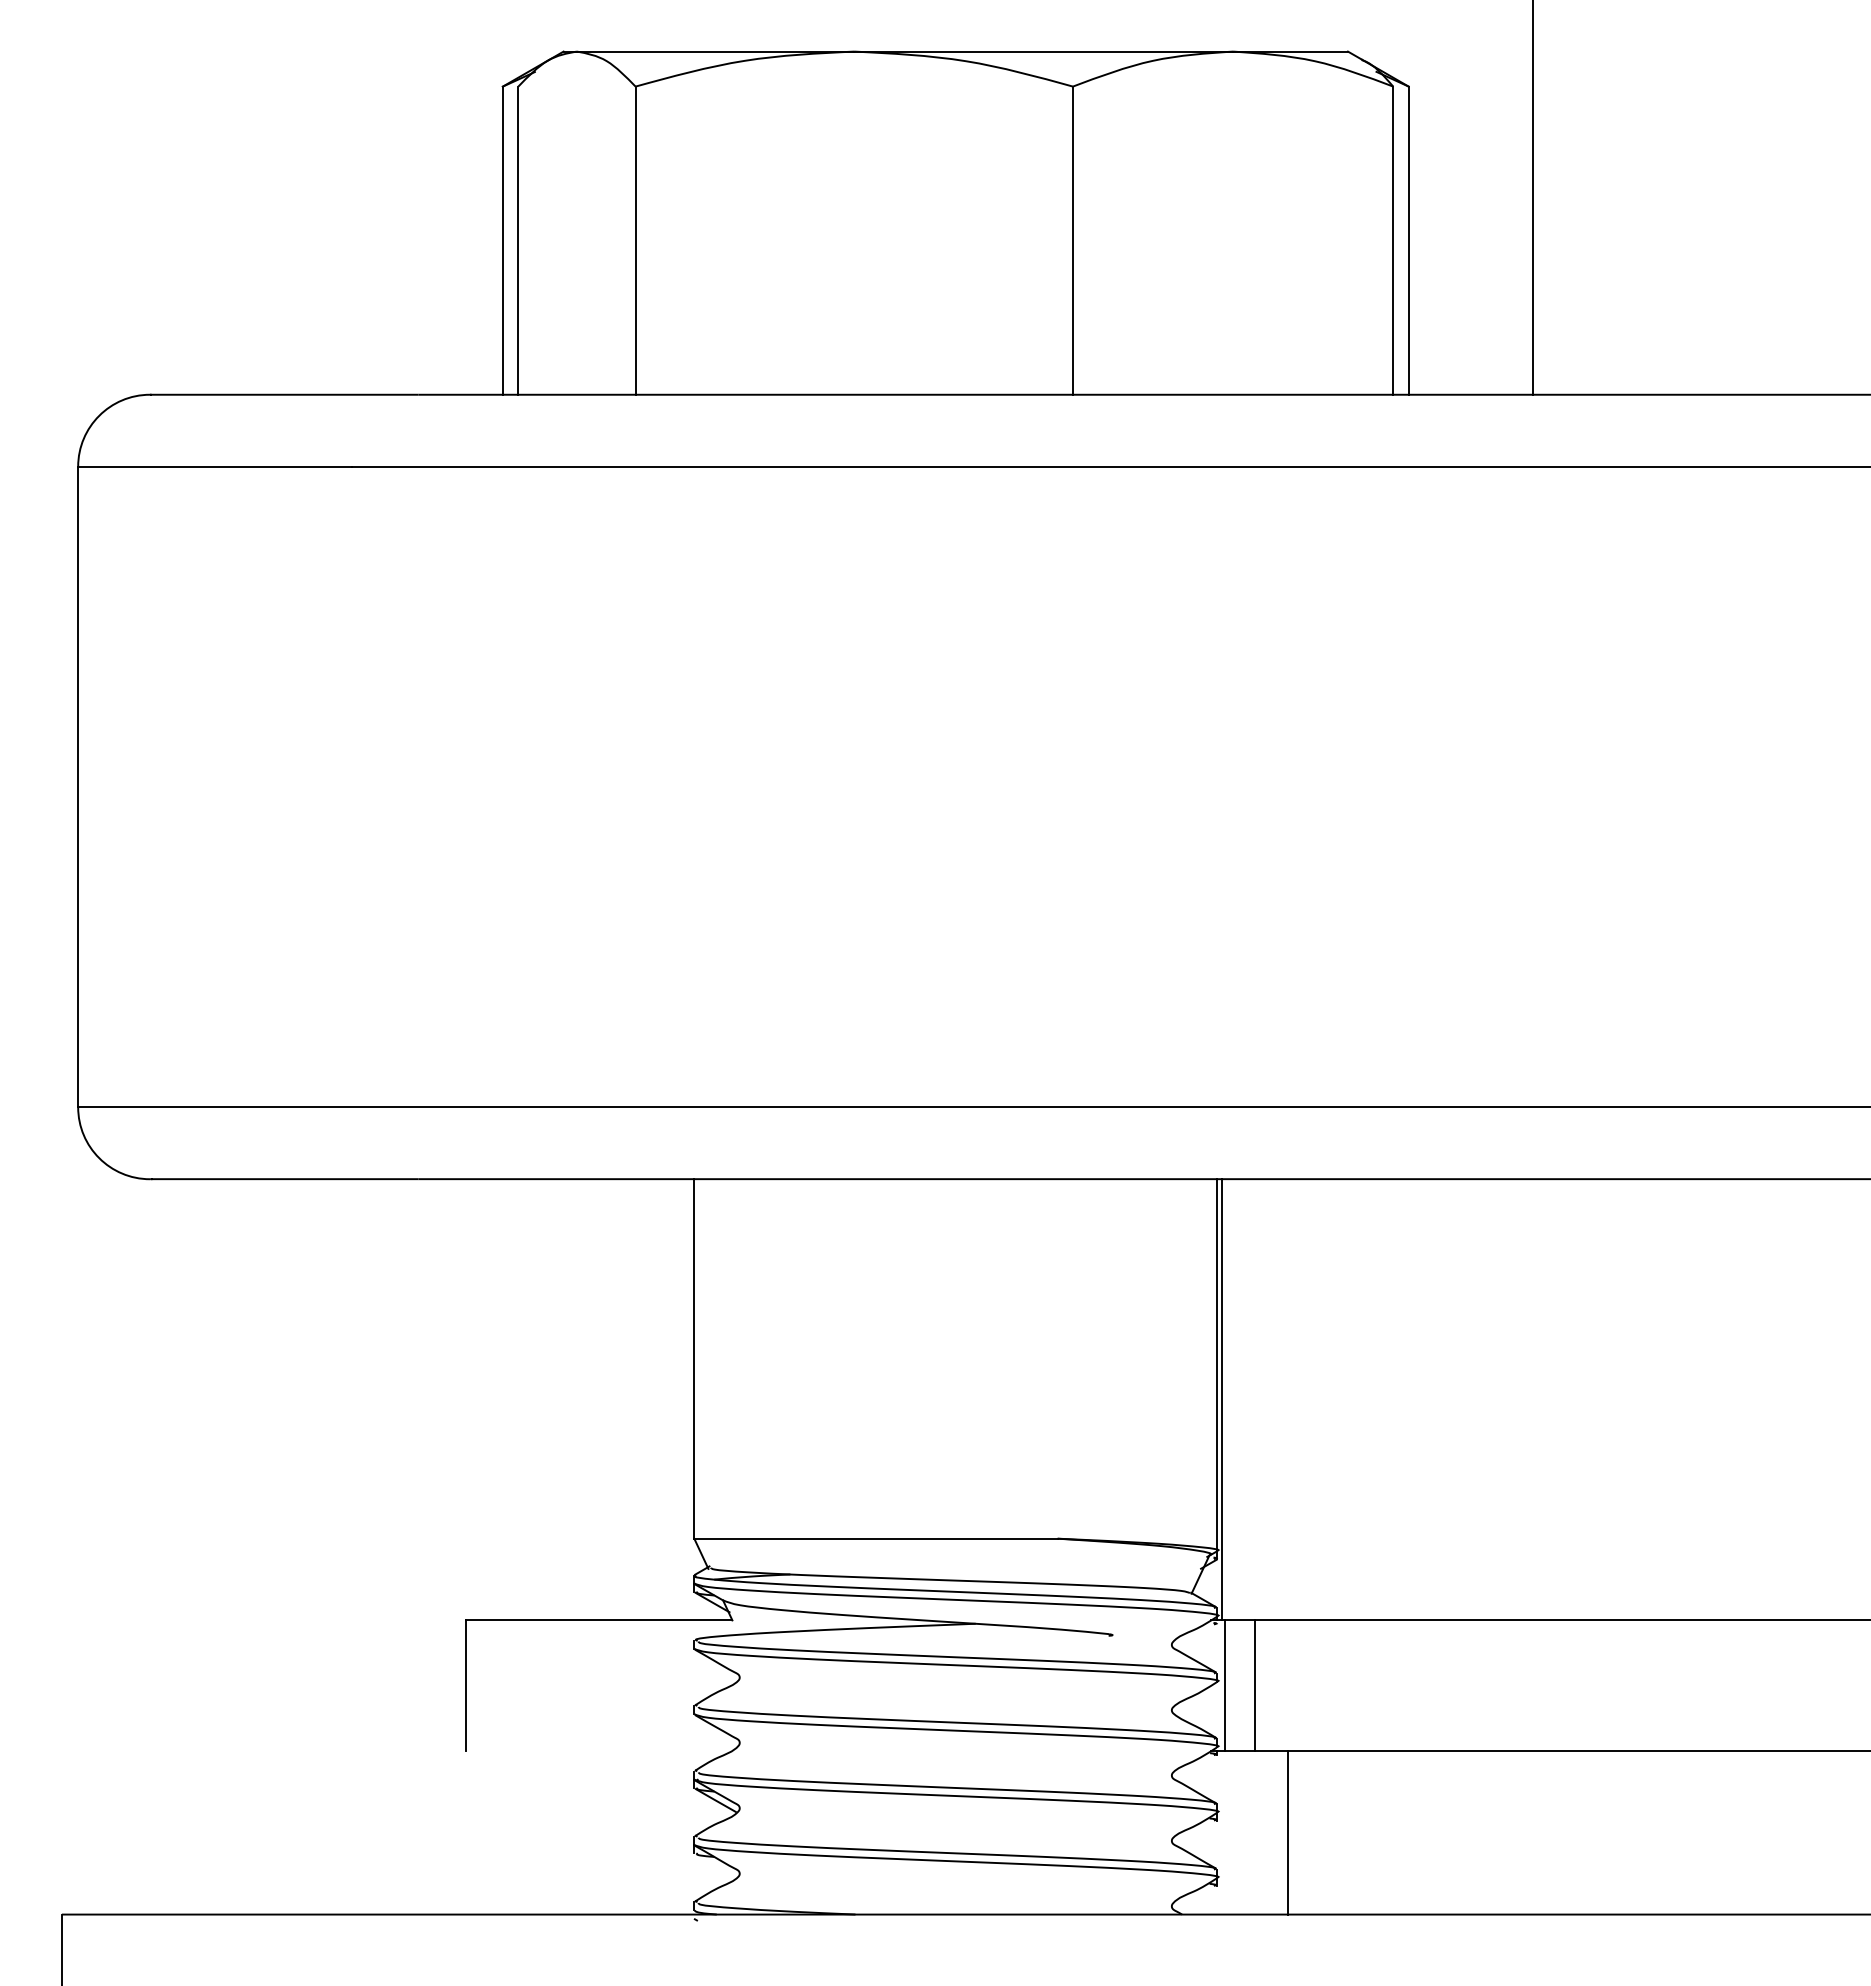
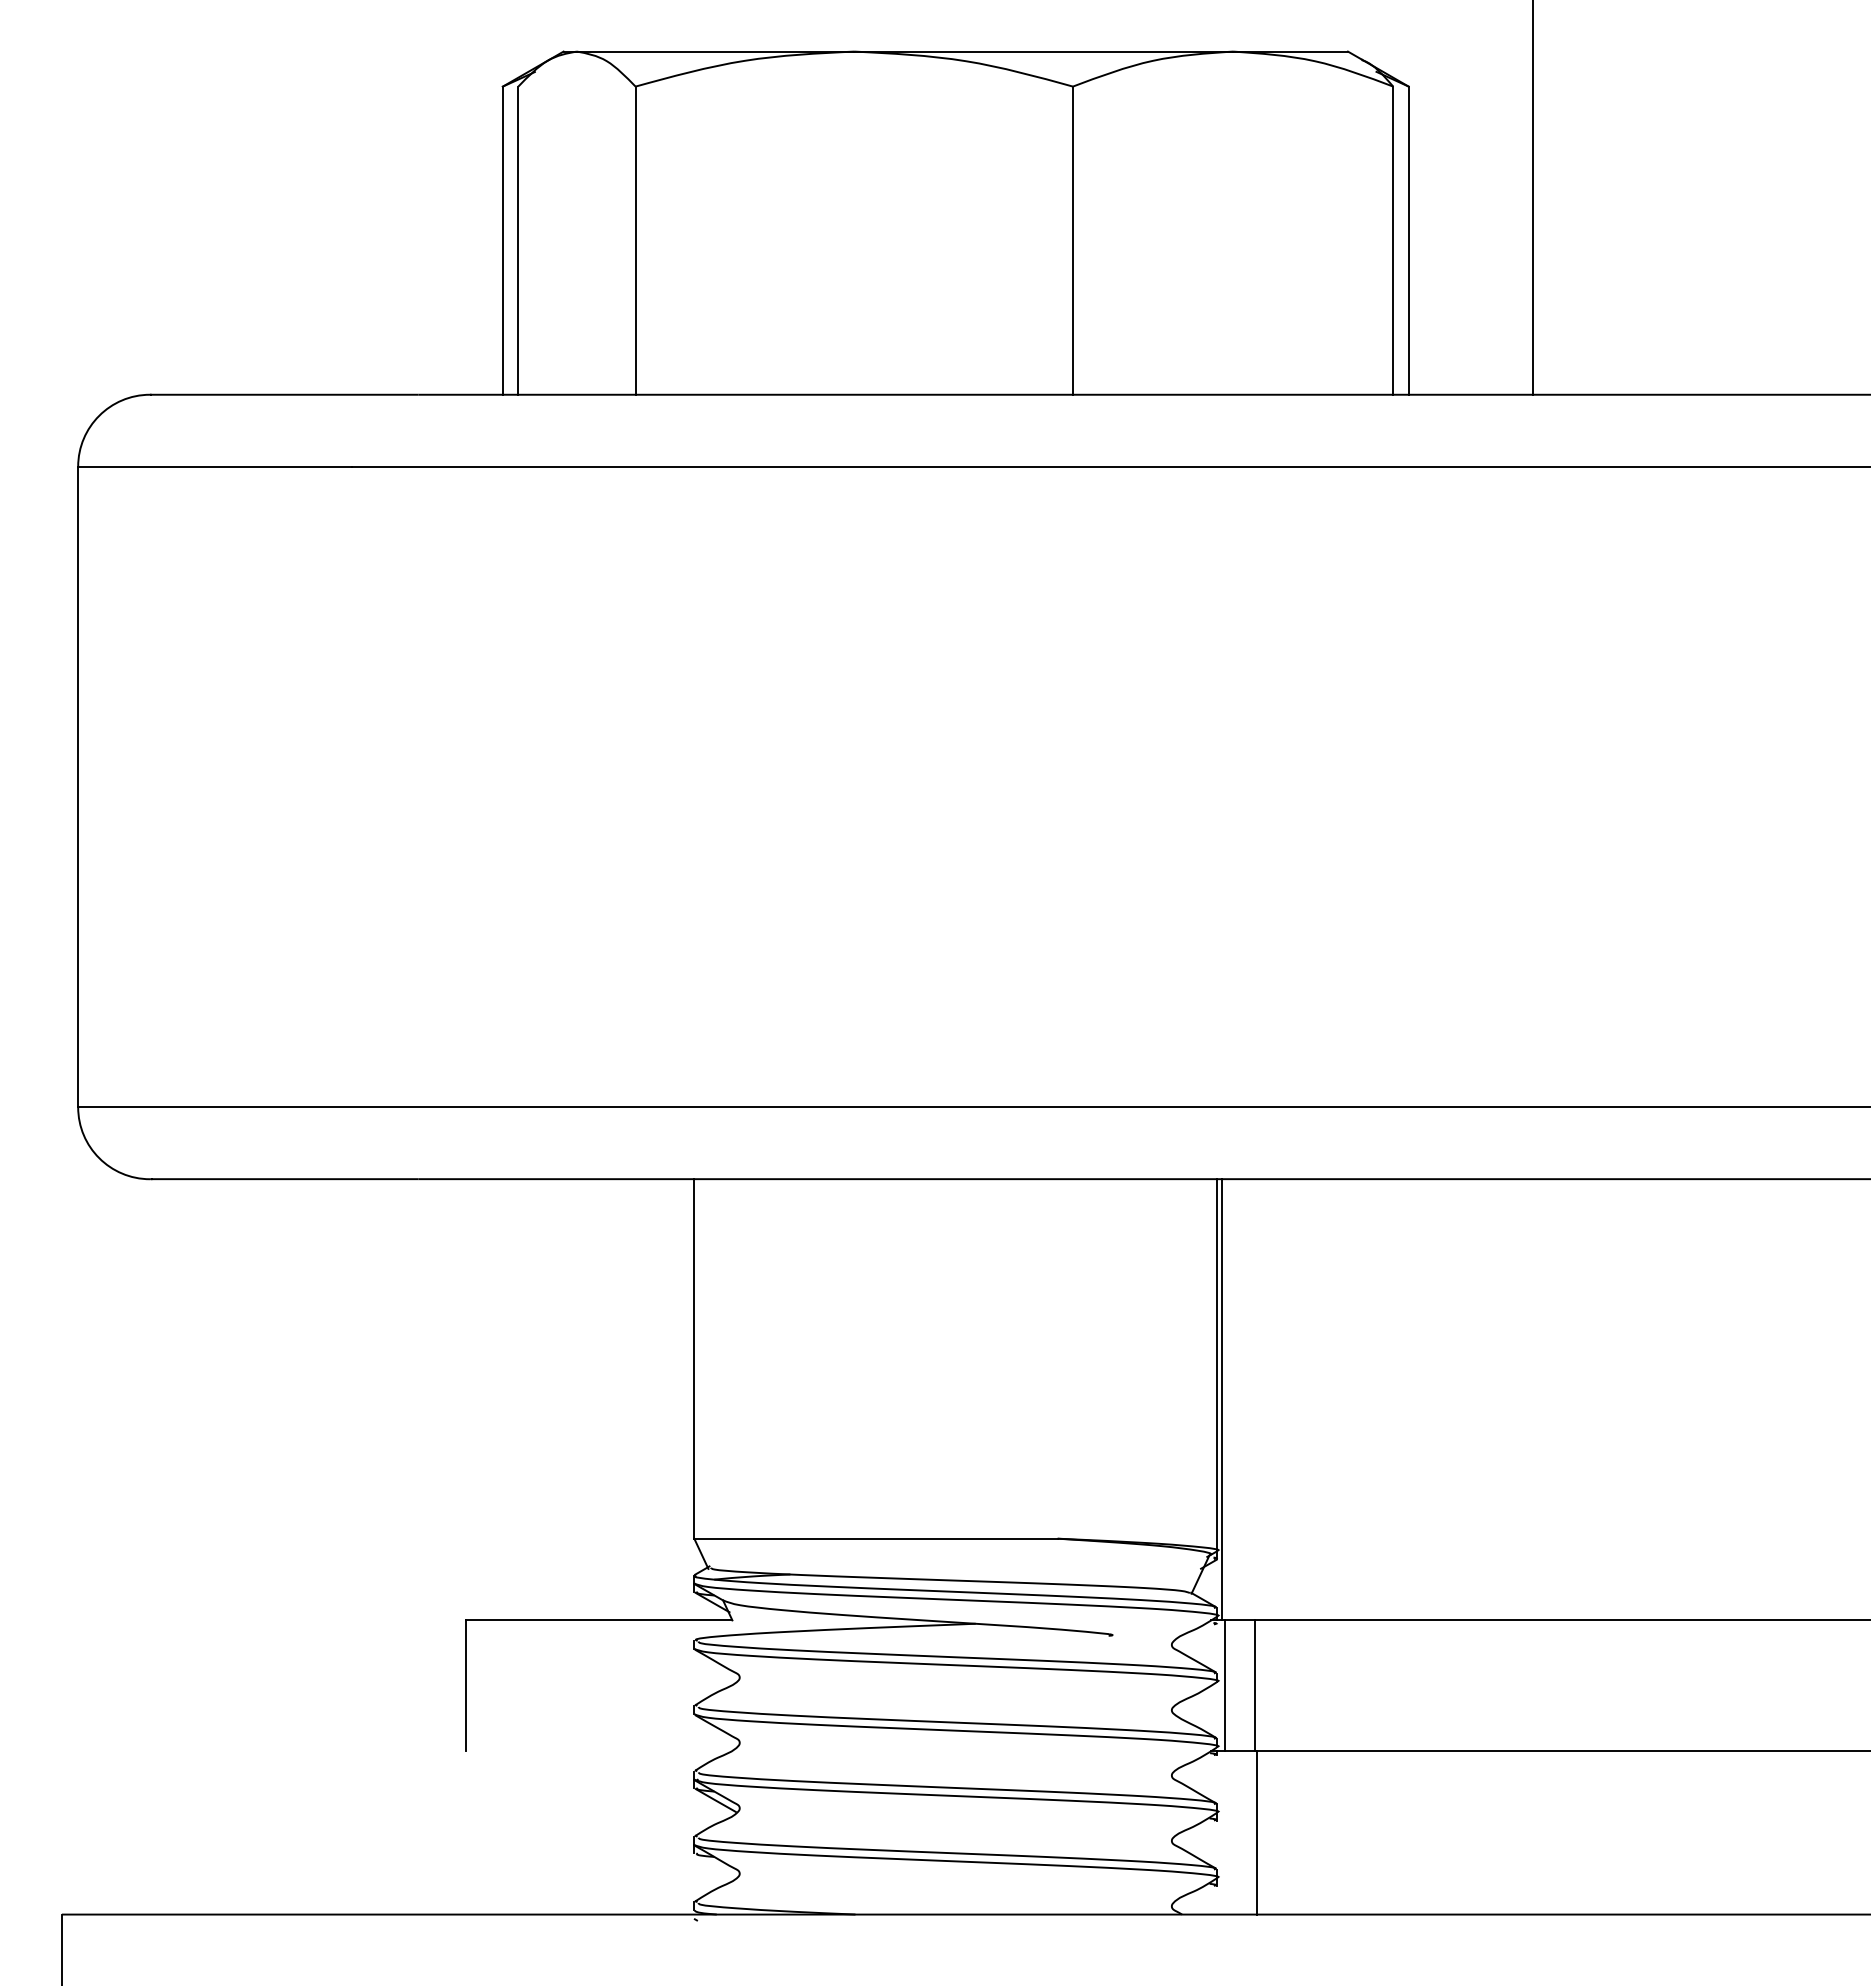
line at (1287, 1832) position: (1287, 1832) -> (1256, 1832)
